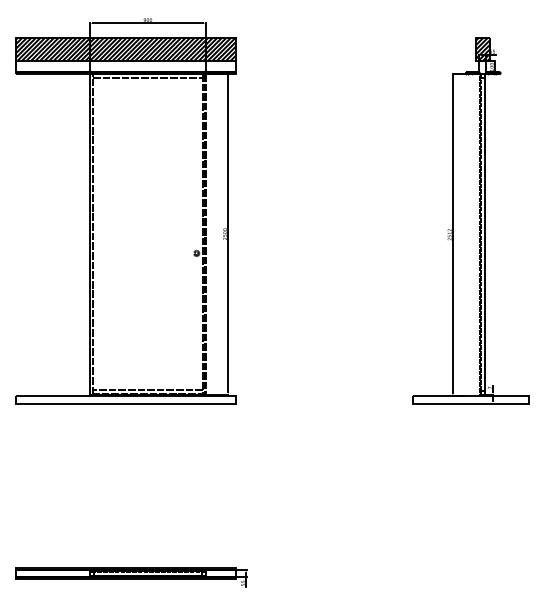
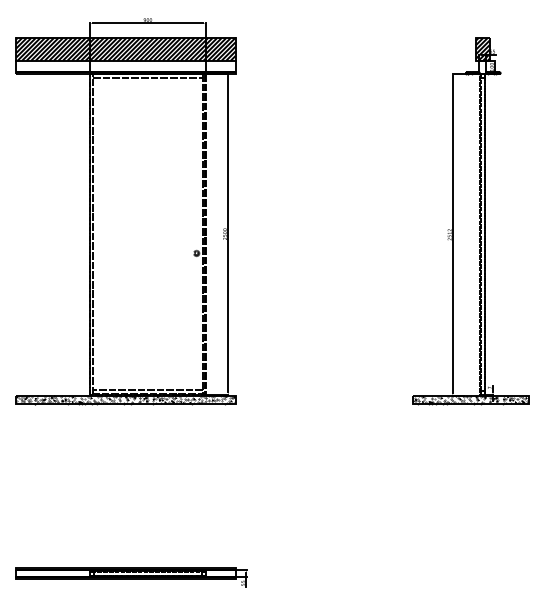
hatch at (126, 399): none -> present
hatch at (469, 399): none -> present
